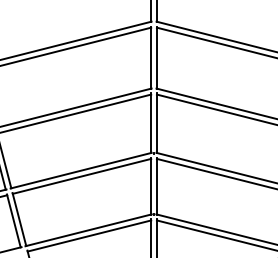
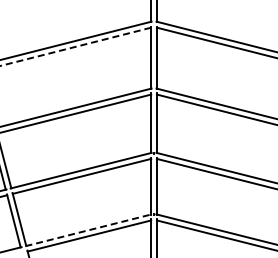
line at (75, 46): solid -> dashed
line at (89, 230): solid -> dashed
